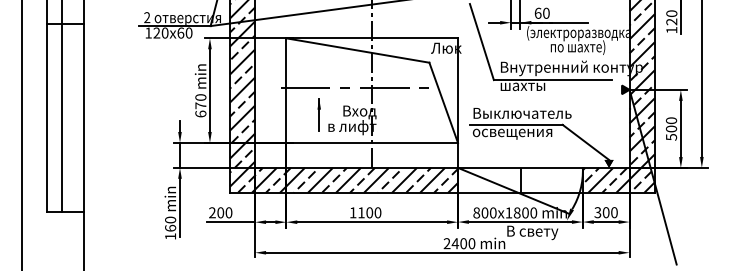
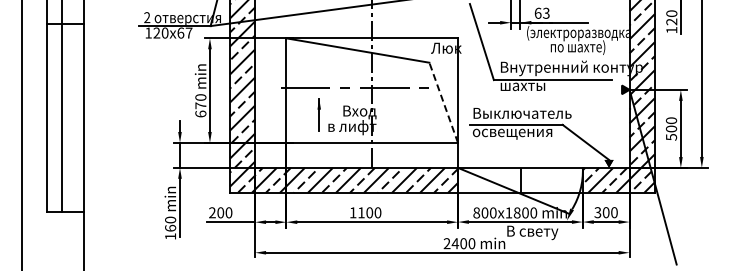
text at (546, 13): 60 -> 63
text at (188, 32): 60 -> 67
line at (443, 102): solid -> dashed
